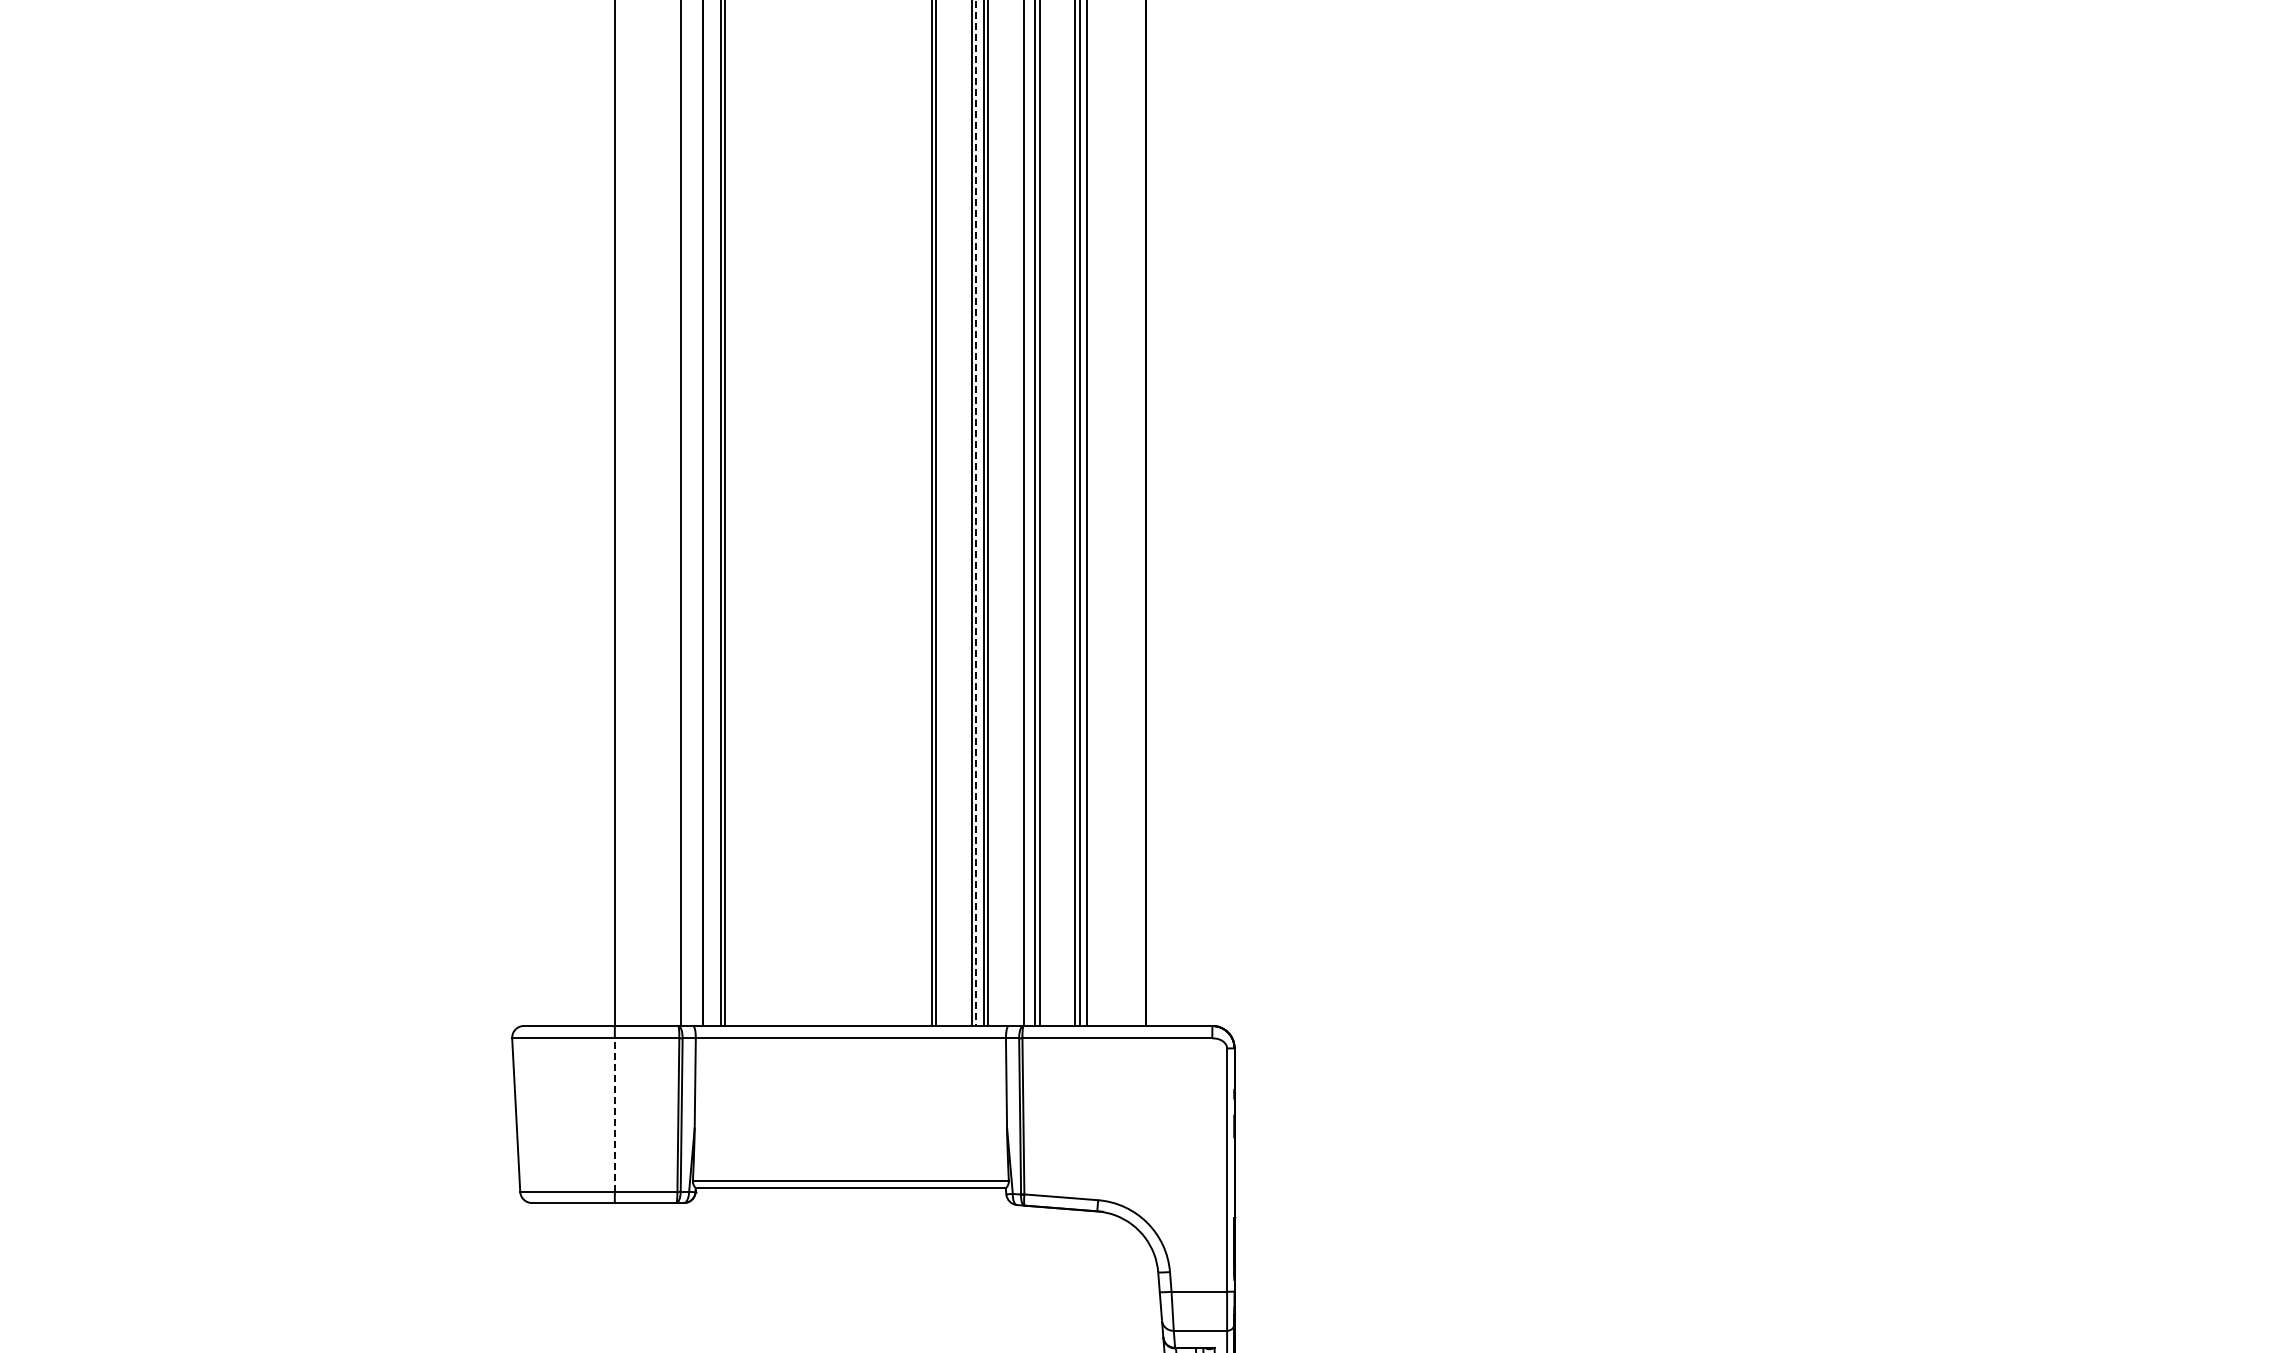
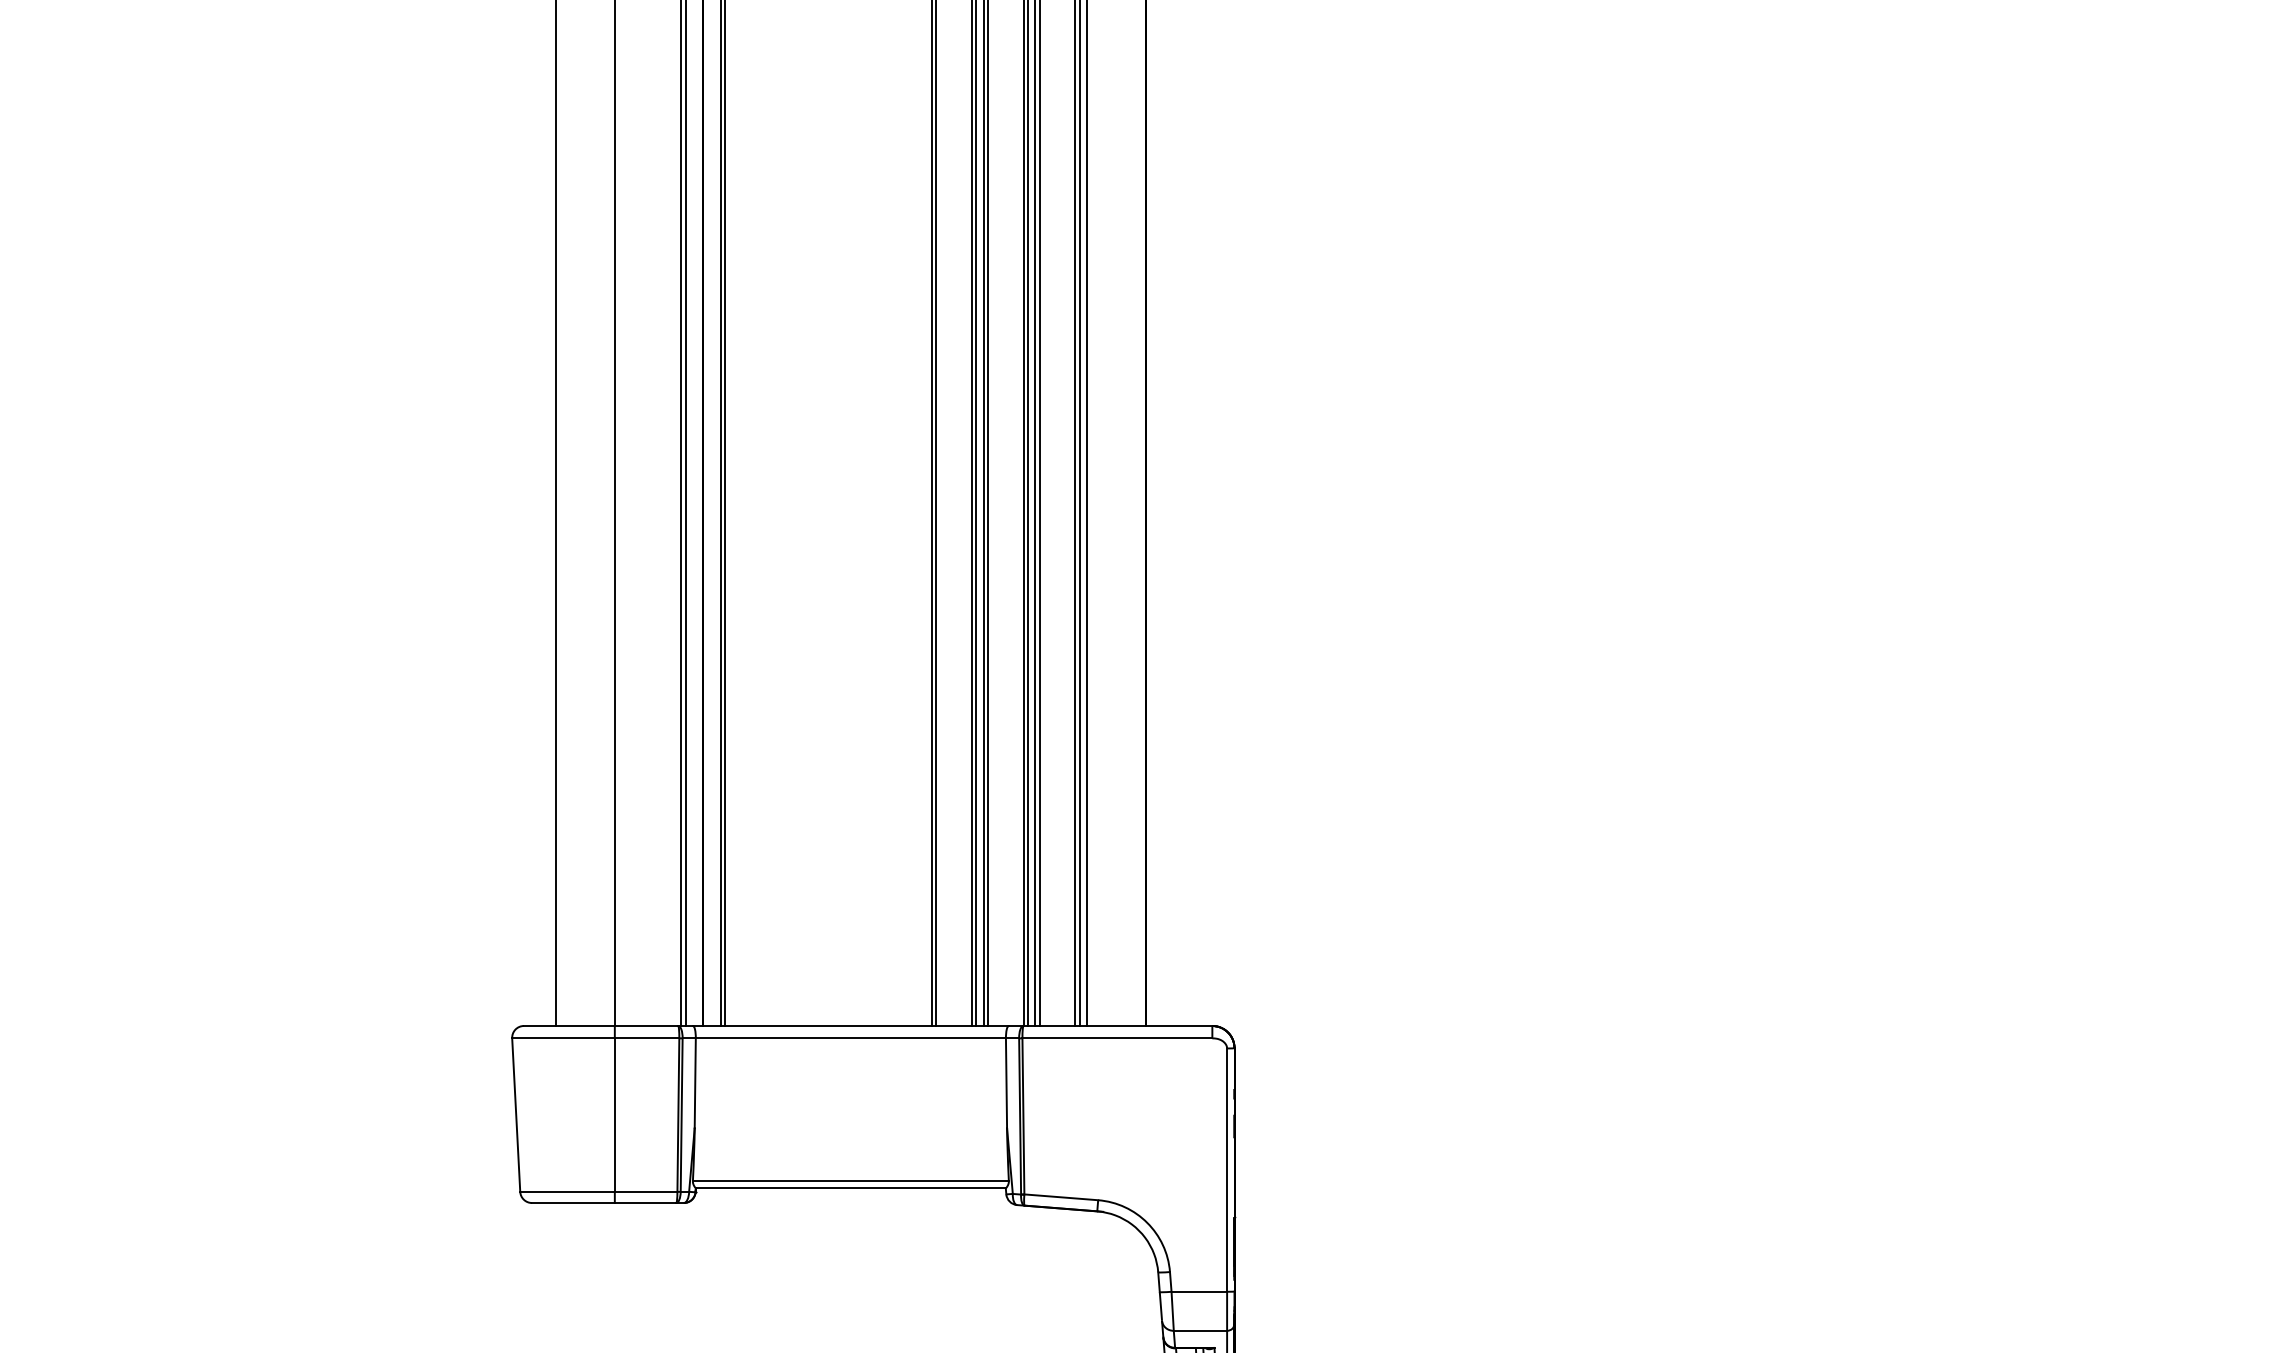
line at (555, 513): none -> present
line at (685, 513): none -> present
line at (976, 513): dashed -> solid
line at (1027, 513): none -> present
line at (614, 1115): dashed -> solid
